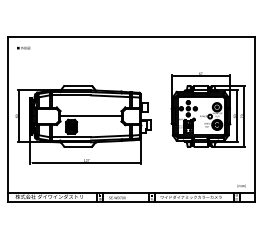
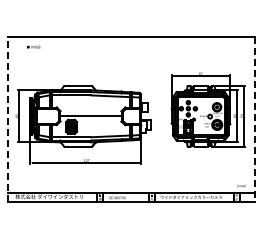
text at (23, 47) position: (23, 47) -> (33, 46)
line at (8, 119): solid -> dashed
line at (254, 119): solid -> dashed
